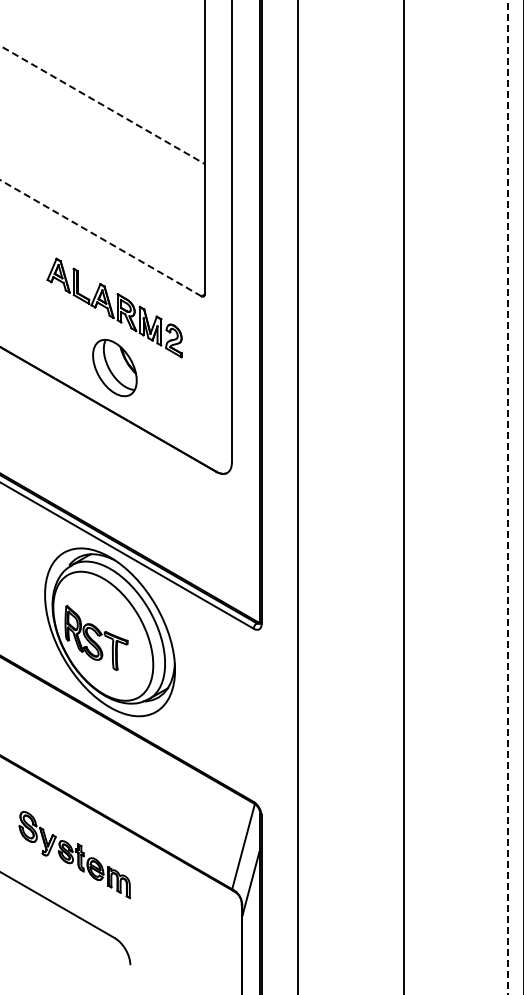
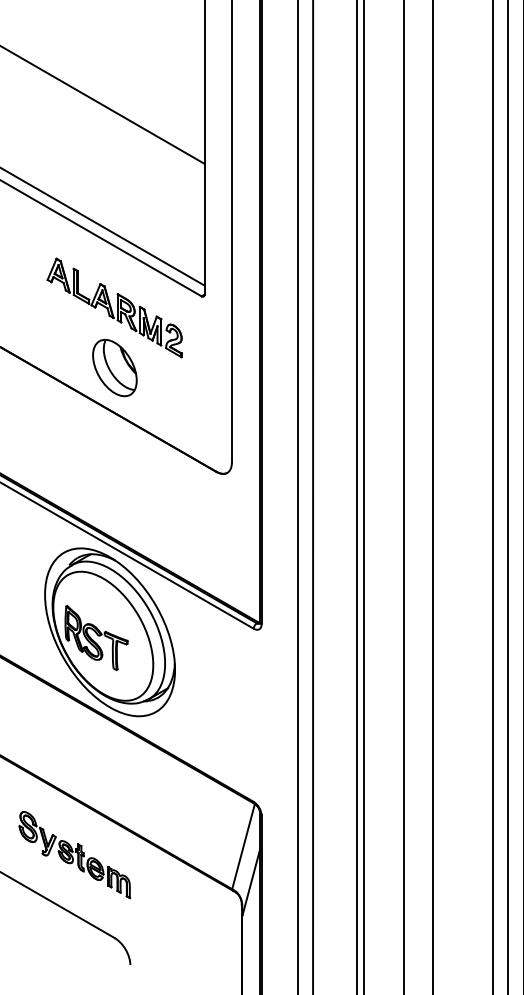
line at (102, 105): dashed -> solid
line at (103, 227): none -> present
line at (101, 238): dashed -> solid
line at (313, 496): none -> present
line at (356, 496): none -> present
line at (363, 496): none -> present
line at (432, 496): none -> present
line at (492, 496): none -> present
line at (508, 497): dashed -> solid
